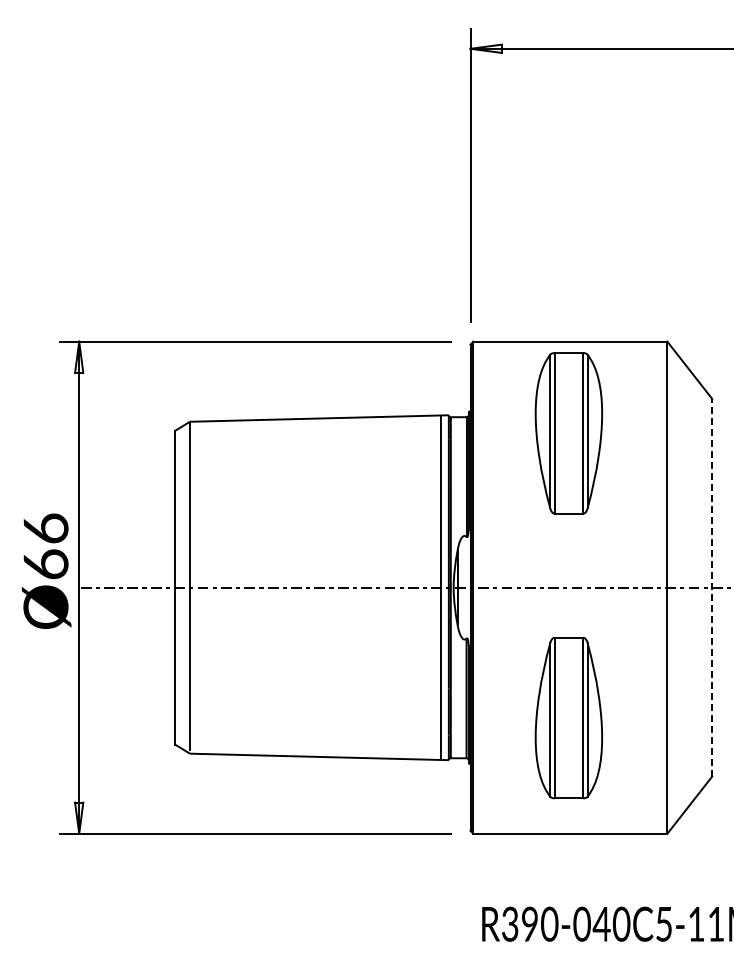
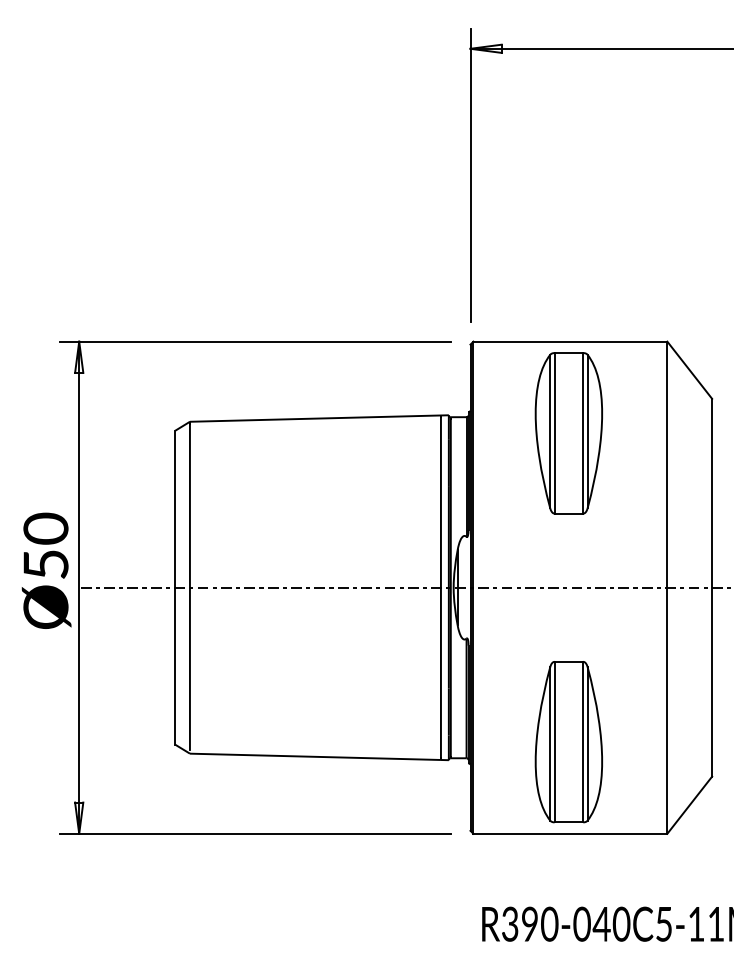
text at (45, 545): Ø66 -> Ø50
line at (712, 587): dashed -> solid
part at (568, 718) position: (568, 718) -> (568, 742)
